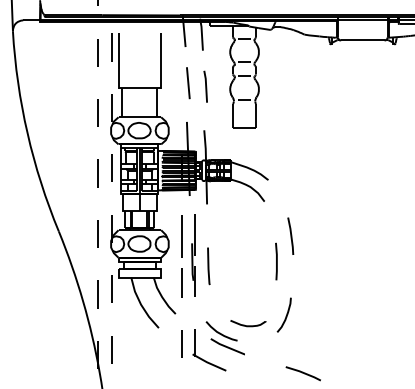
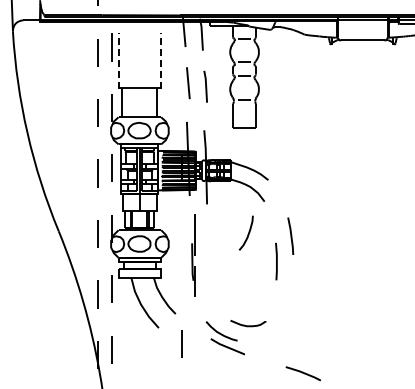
line at (119, 61): solid -> dashed
line at (160, 61): solid -> dashed
line at (181, 236): present -> none
line at (208, 266): present -> none
line at (181, 282): present -> none
curve at (285, 316) position: (285, 316) -> (247, 234)
part at (204, 359): present -> none
